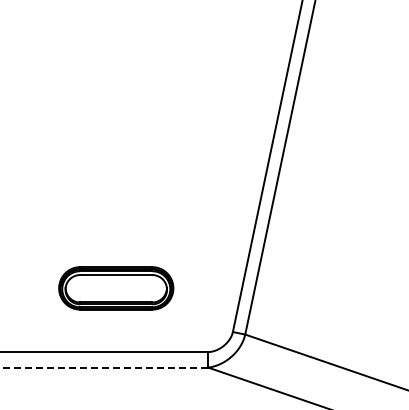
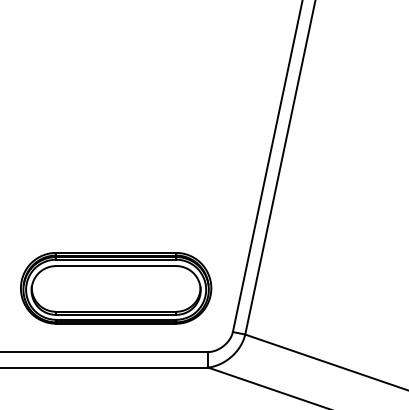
part at (116, 288) size: 117x45 px -> 193x73 px
line at (104, 367): dashed -> solid
